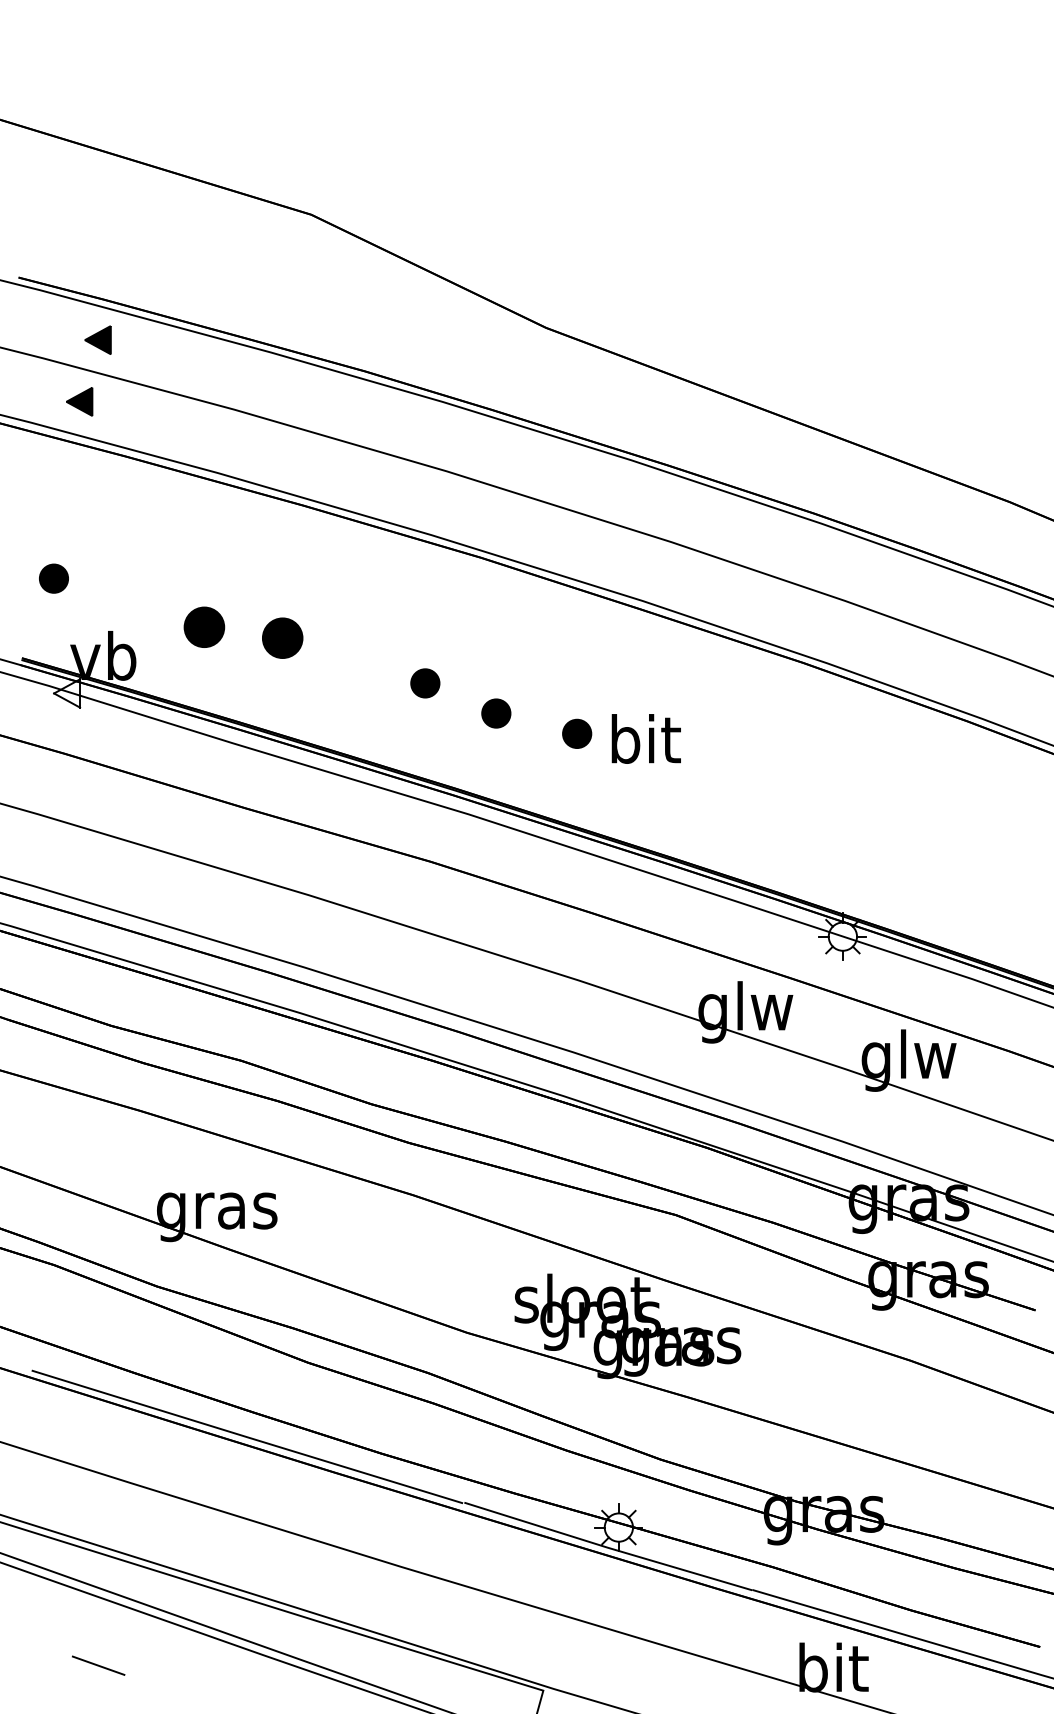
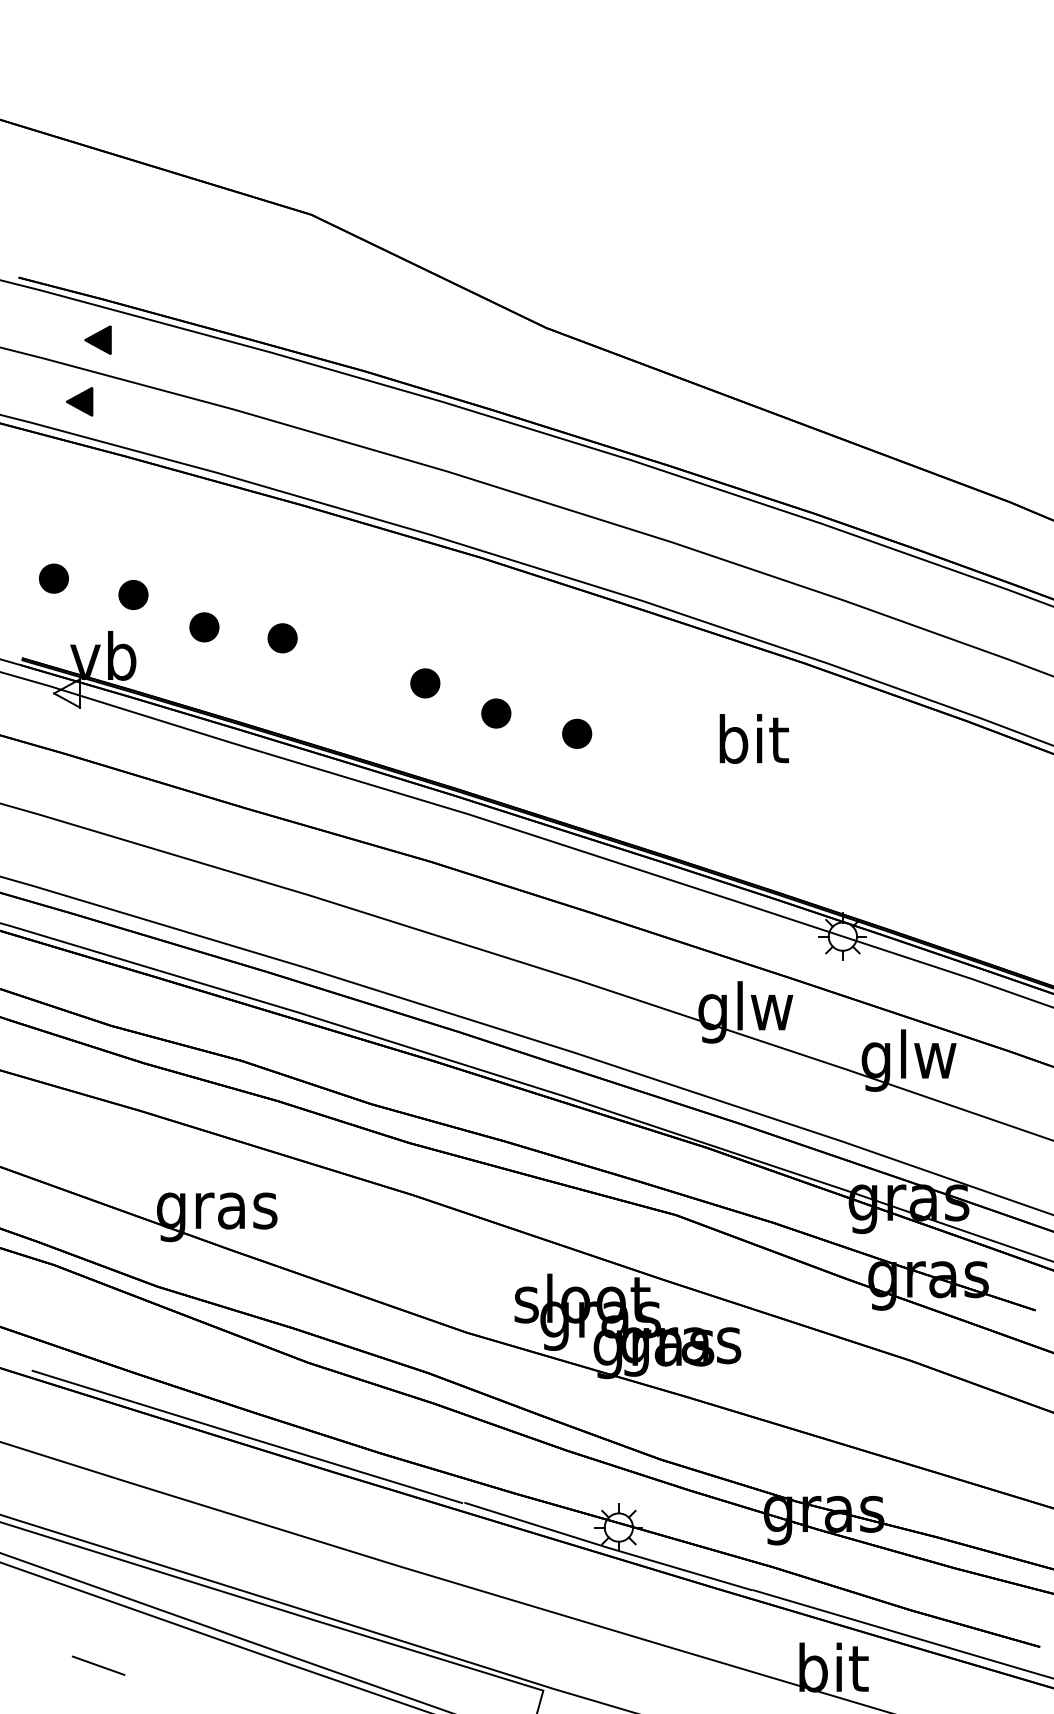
part at (133, 594): none -> present
part at (204, 626) size: 43x42 px -> 31x31 px
part at (282, 637) size: 42x42 px -> 31x31 px
text at (645, 738) position: (645, 738) -> (753, 738)
